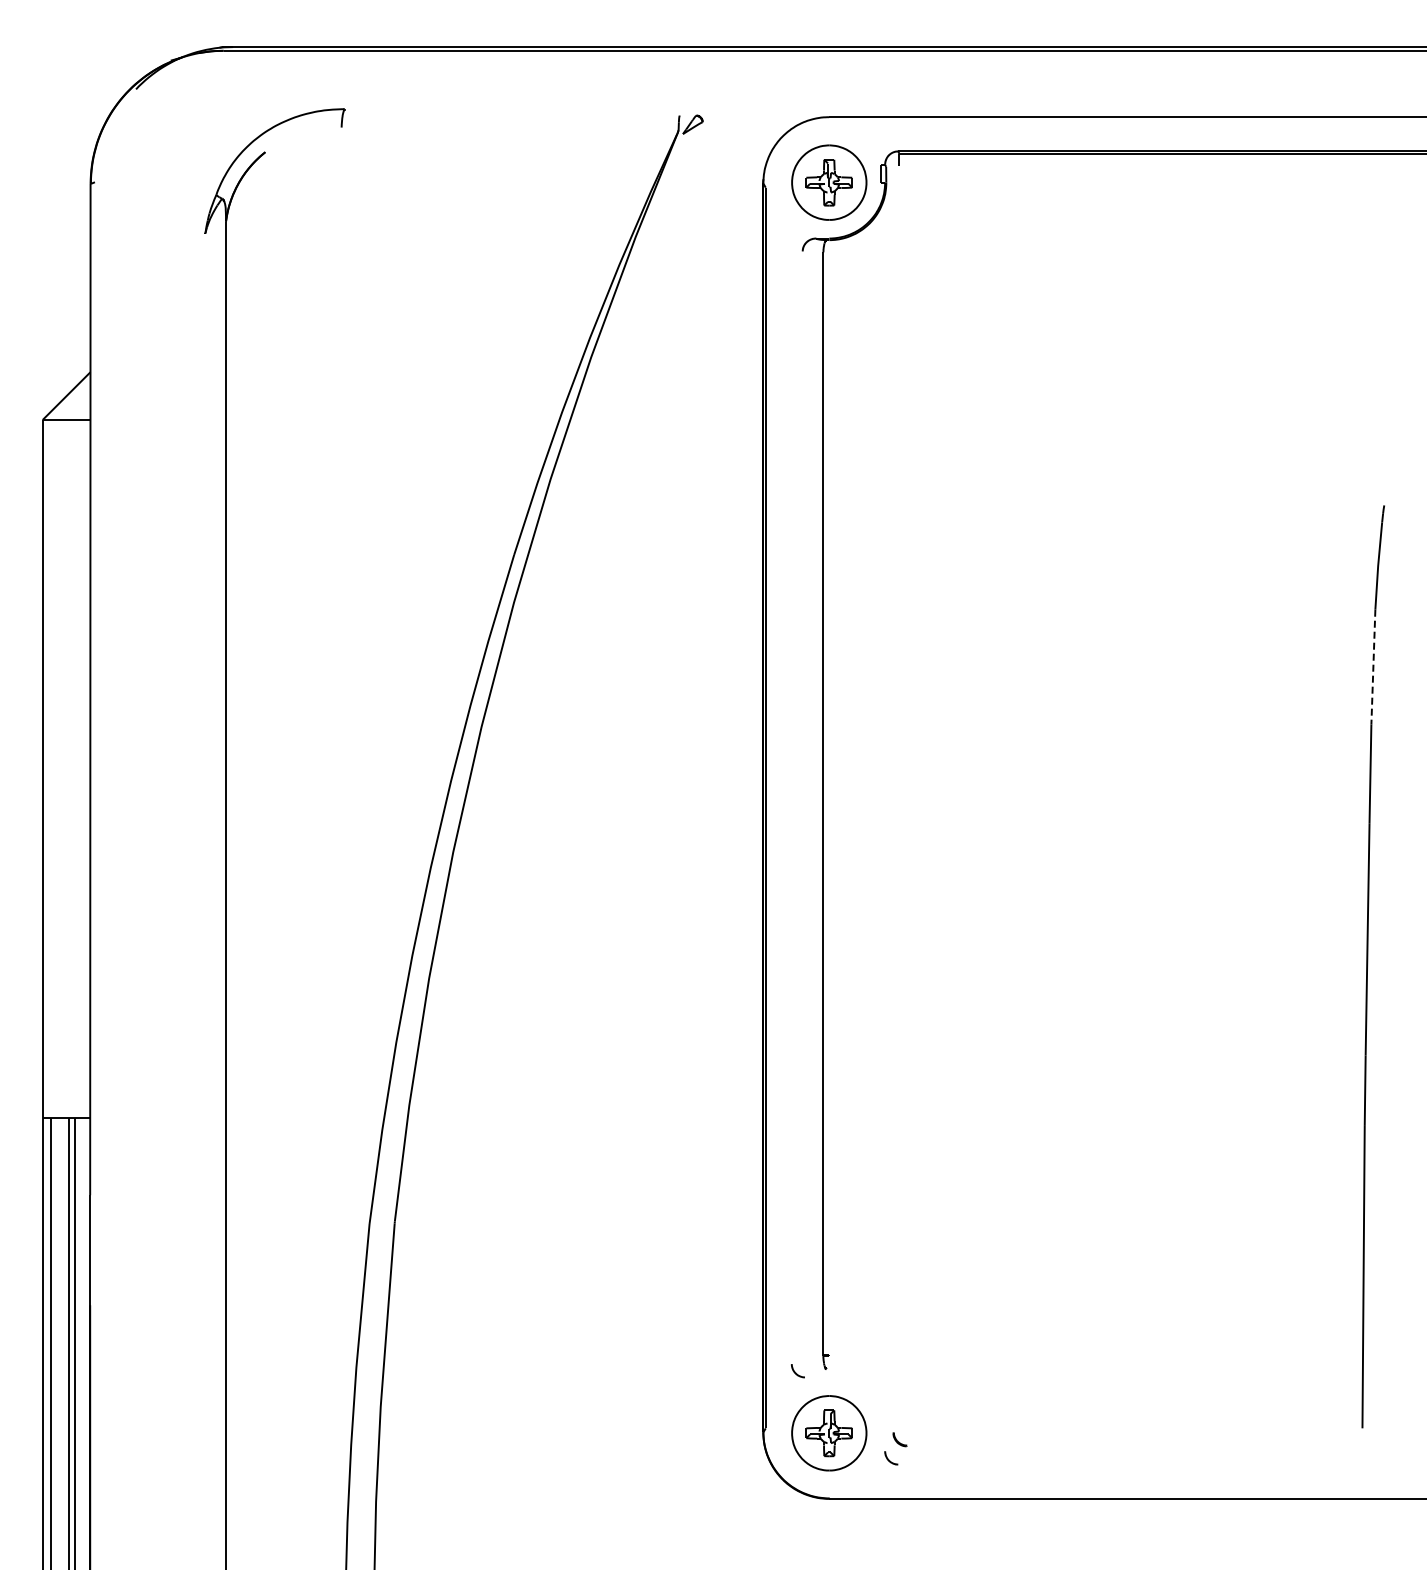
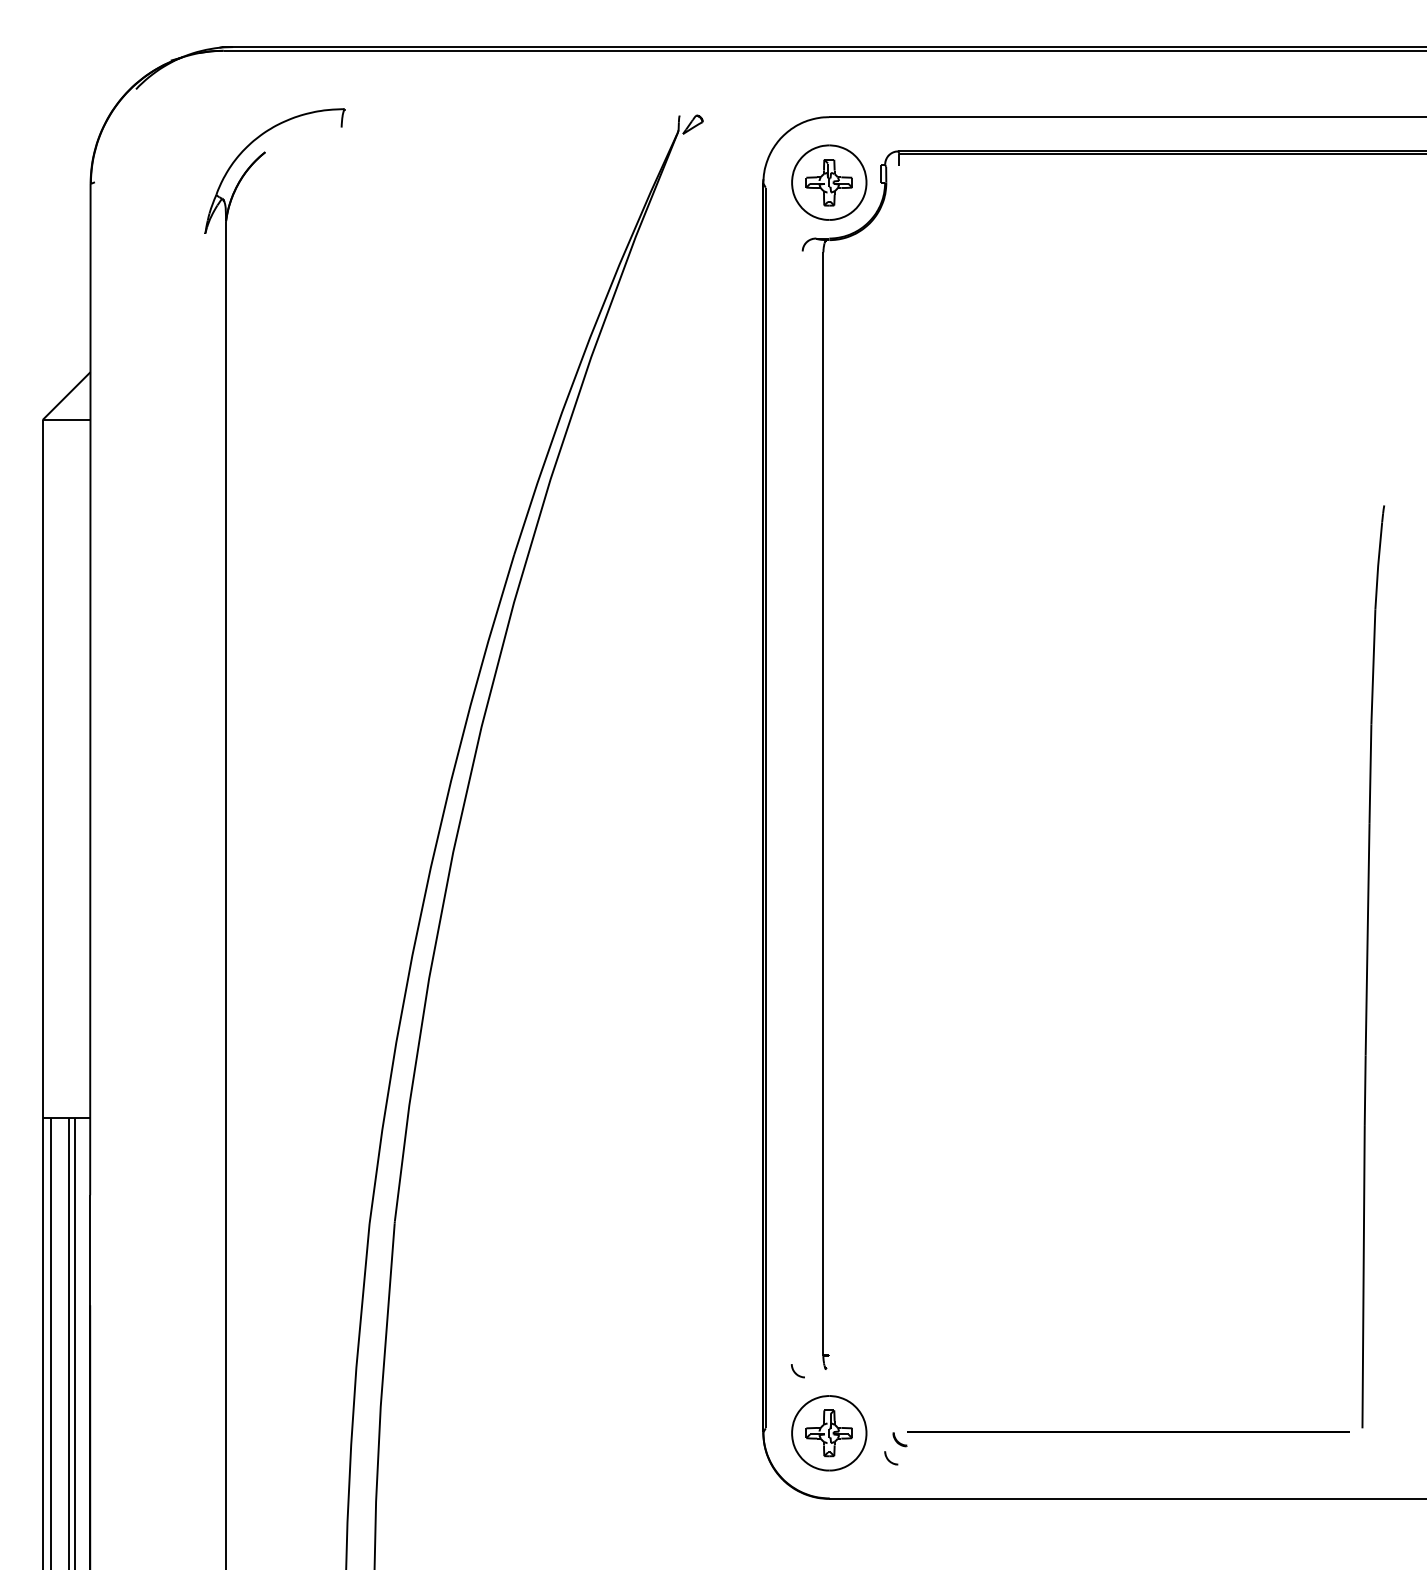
line at (1373, 667): dashed -> solid
line at (1128, 1431): none -> present
